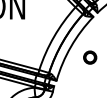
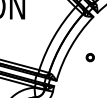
circle at (90, 57) size: 15x15 px -> 10x10 px
